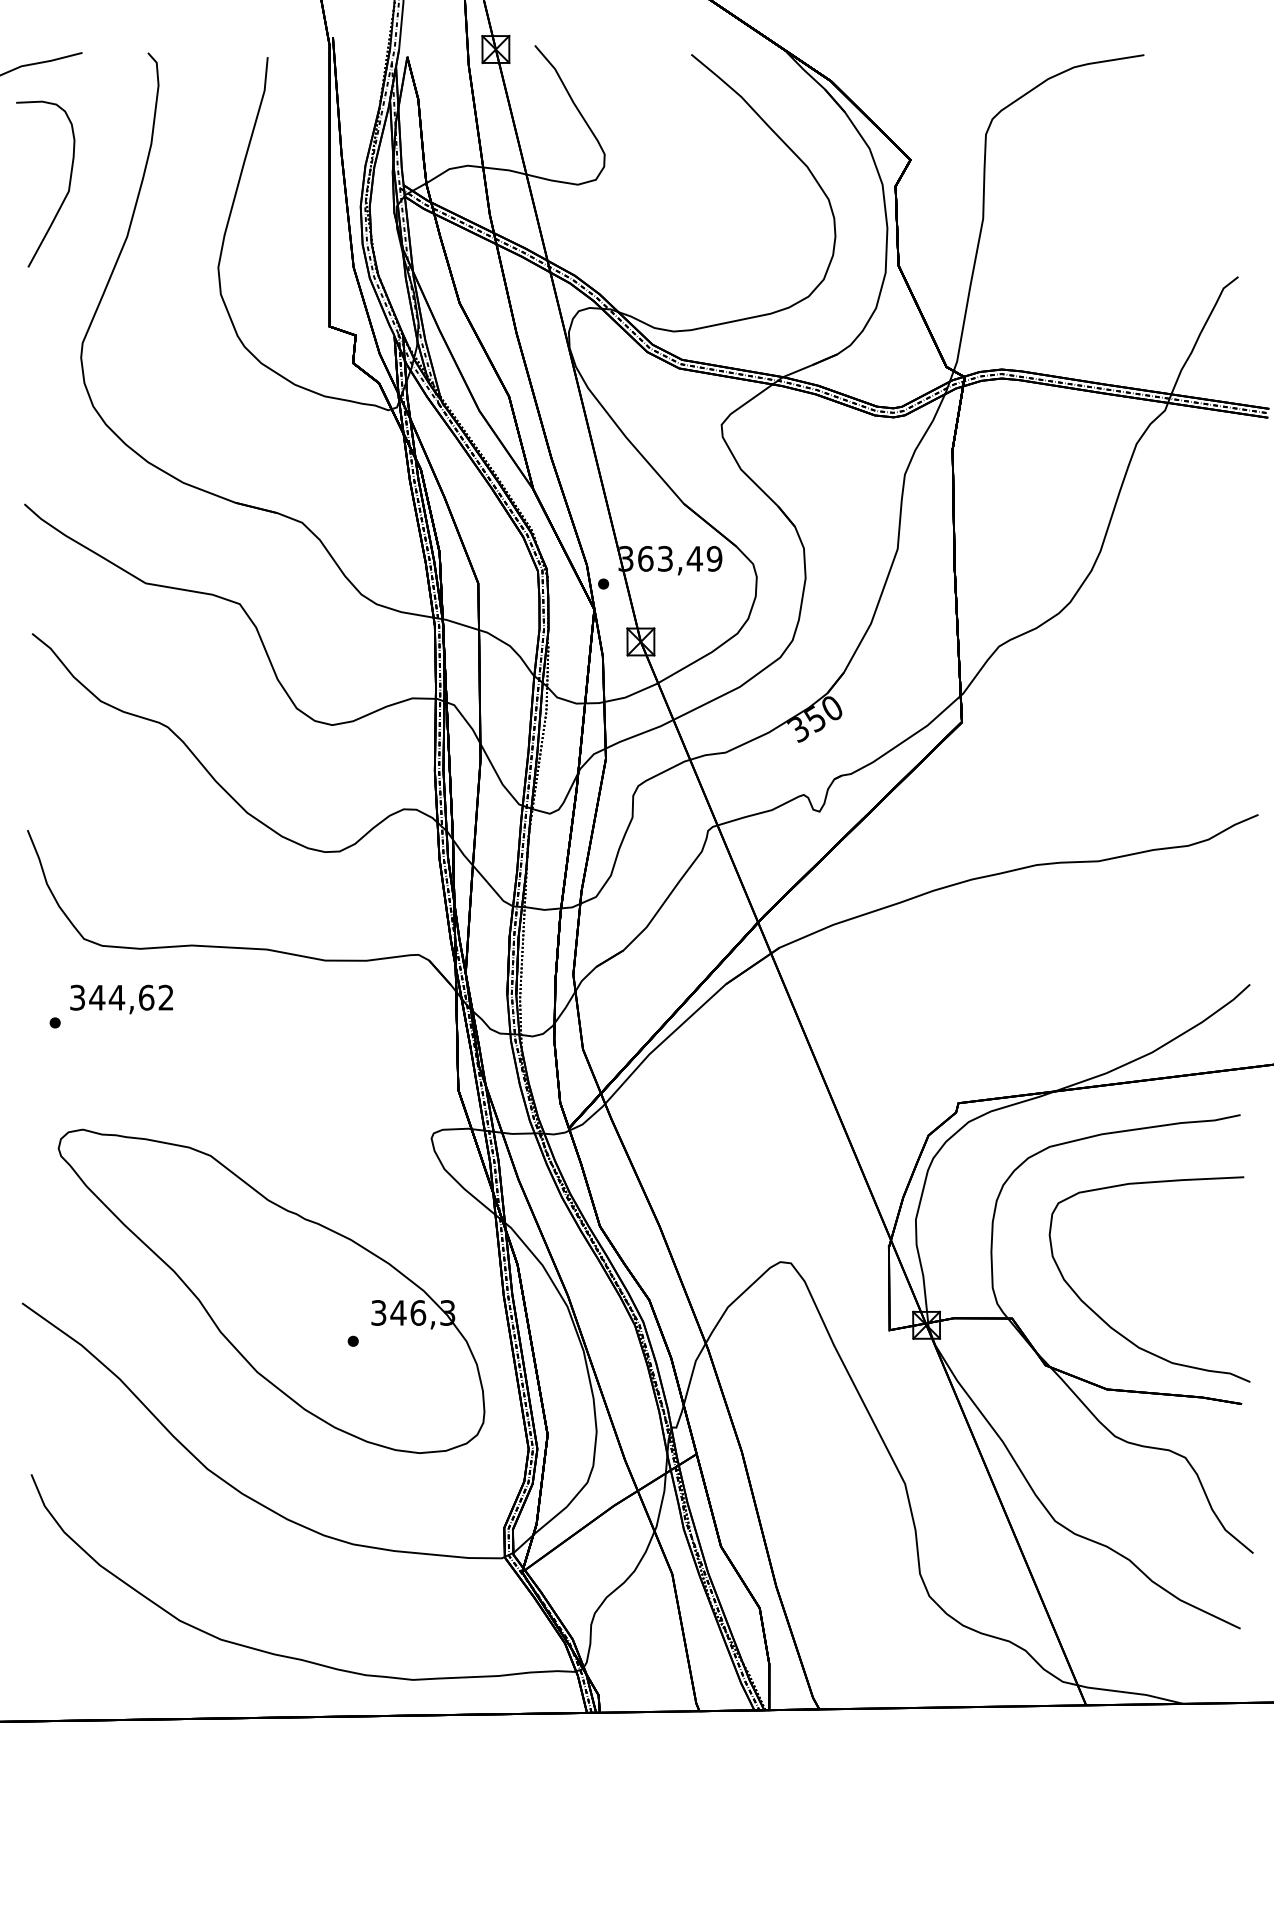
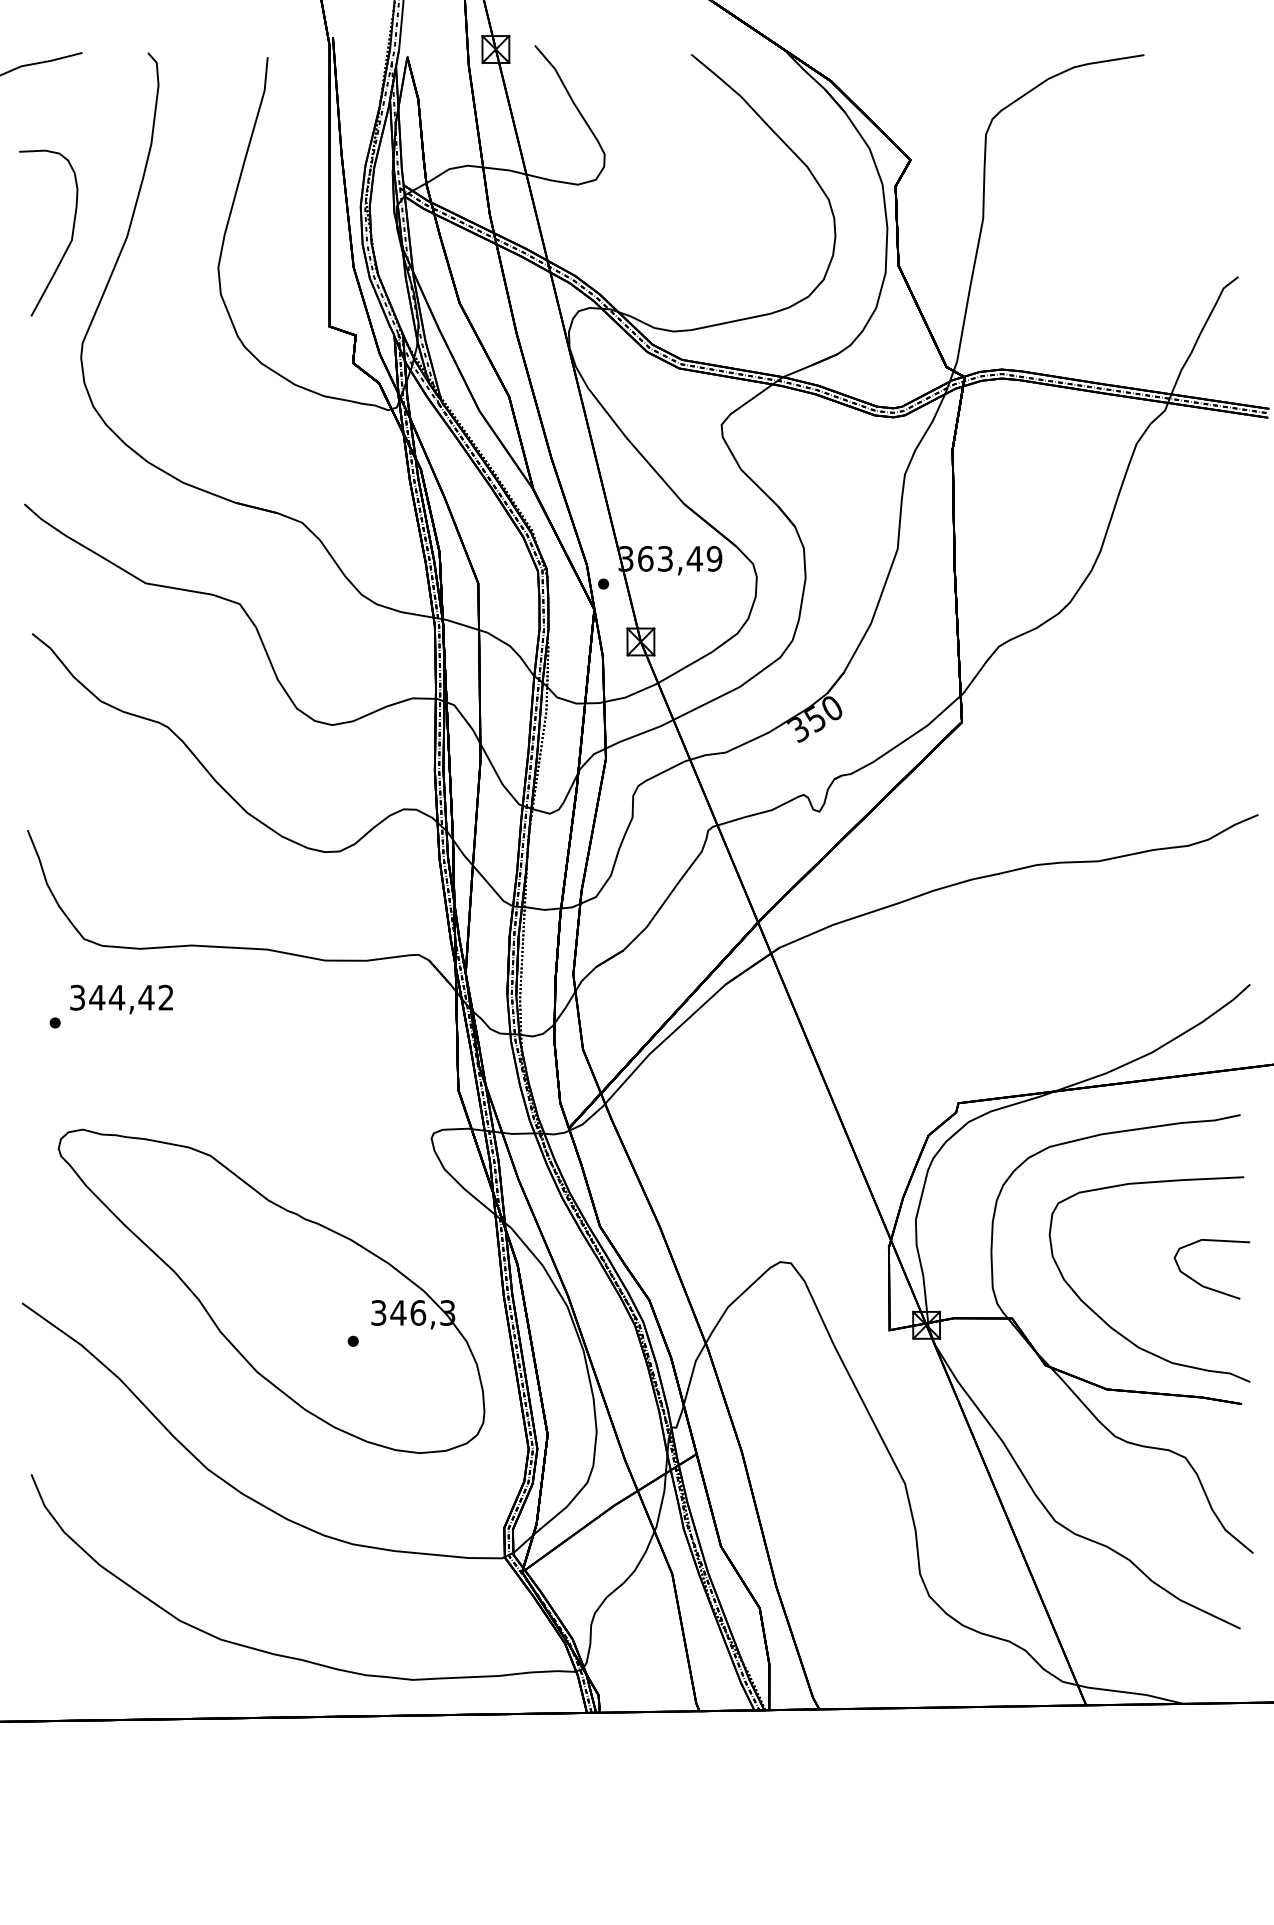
curve at (68, 185) position: (68, 185) -> (71, 234)
text at (146, 997): 344,62 -> 344,42
curve at (1206, 1286): none -> present
